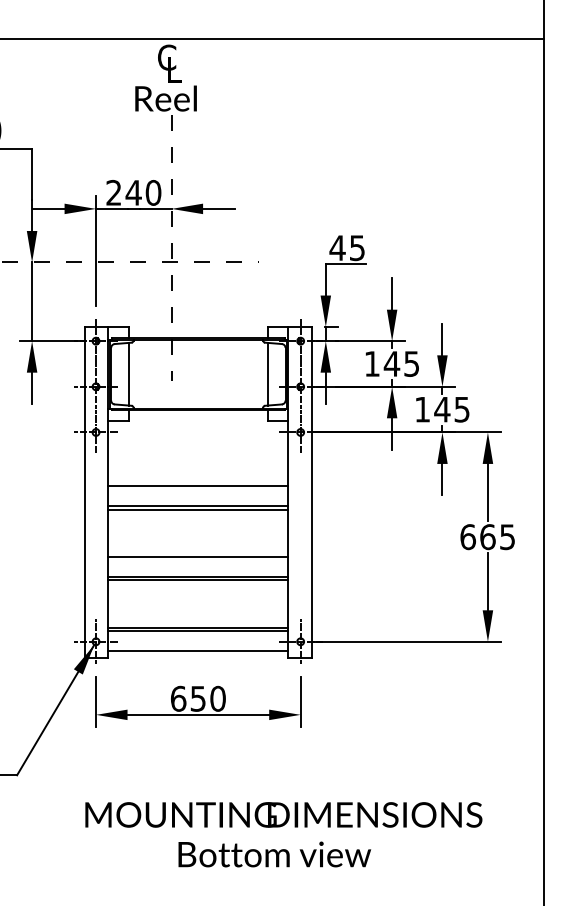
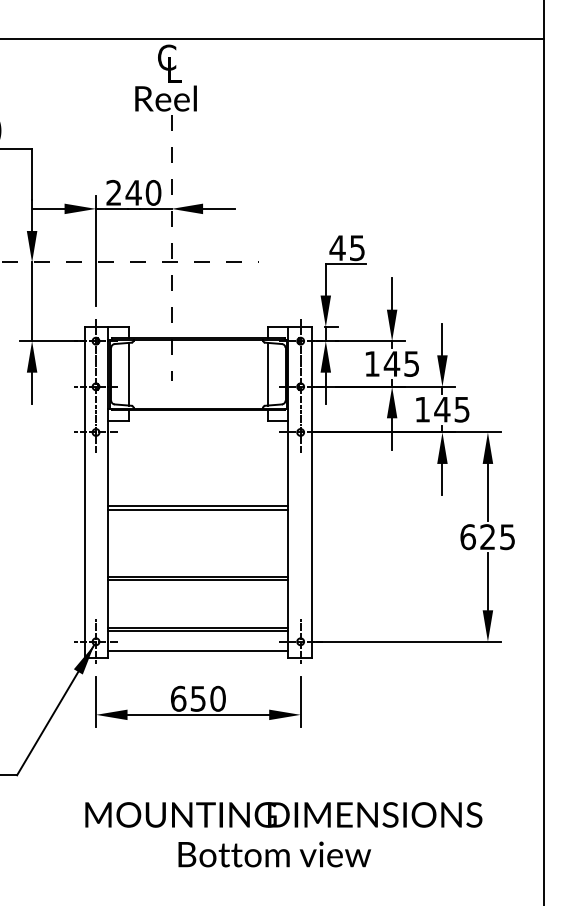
line at (198, 485): present -> none
text at (487, 537): 665 -> 625
line at (198, 556): present -> none
